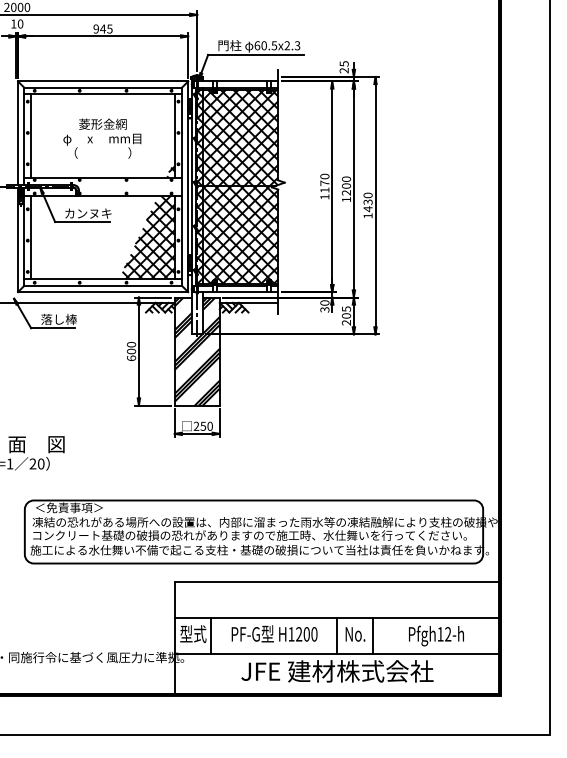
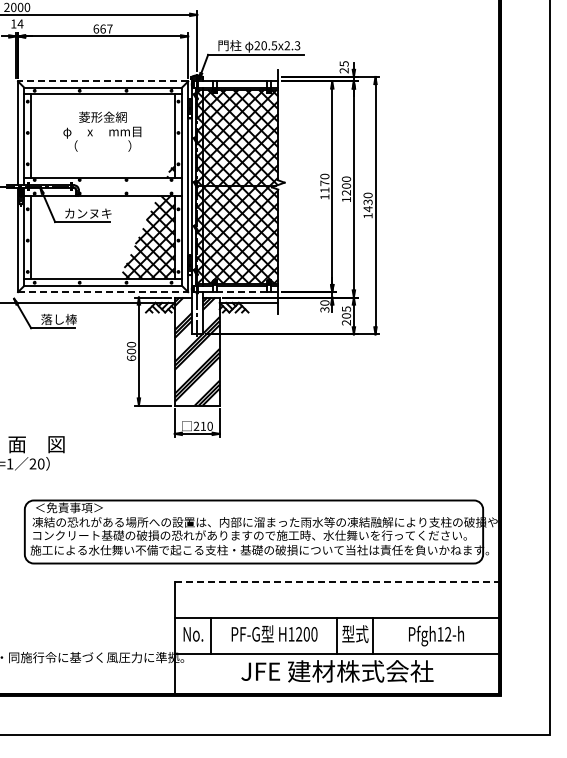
text at (20, 23): 10 -> 14
text at (102, 28): 945 -> 667
text at (257, 45): 60.5x2.3 -> 20.5x2.3
line at (102, 81): solid -> dashed
text at (102, 138) position: (102, 138) -> (102, 131)
line at (103, 292): solid -> dashed
line at (241, 292): solid -> dashed
text at (203, 425): 250 -> 210
line at (337, 582): solid -> dashed
text at (193, 633): 型式 -> No.
text at (355, 633): No. -> 型式
